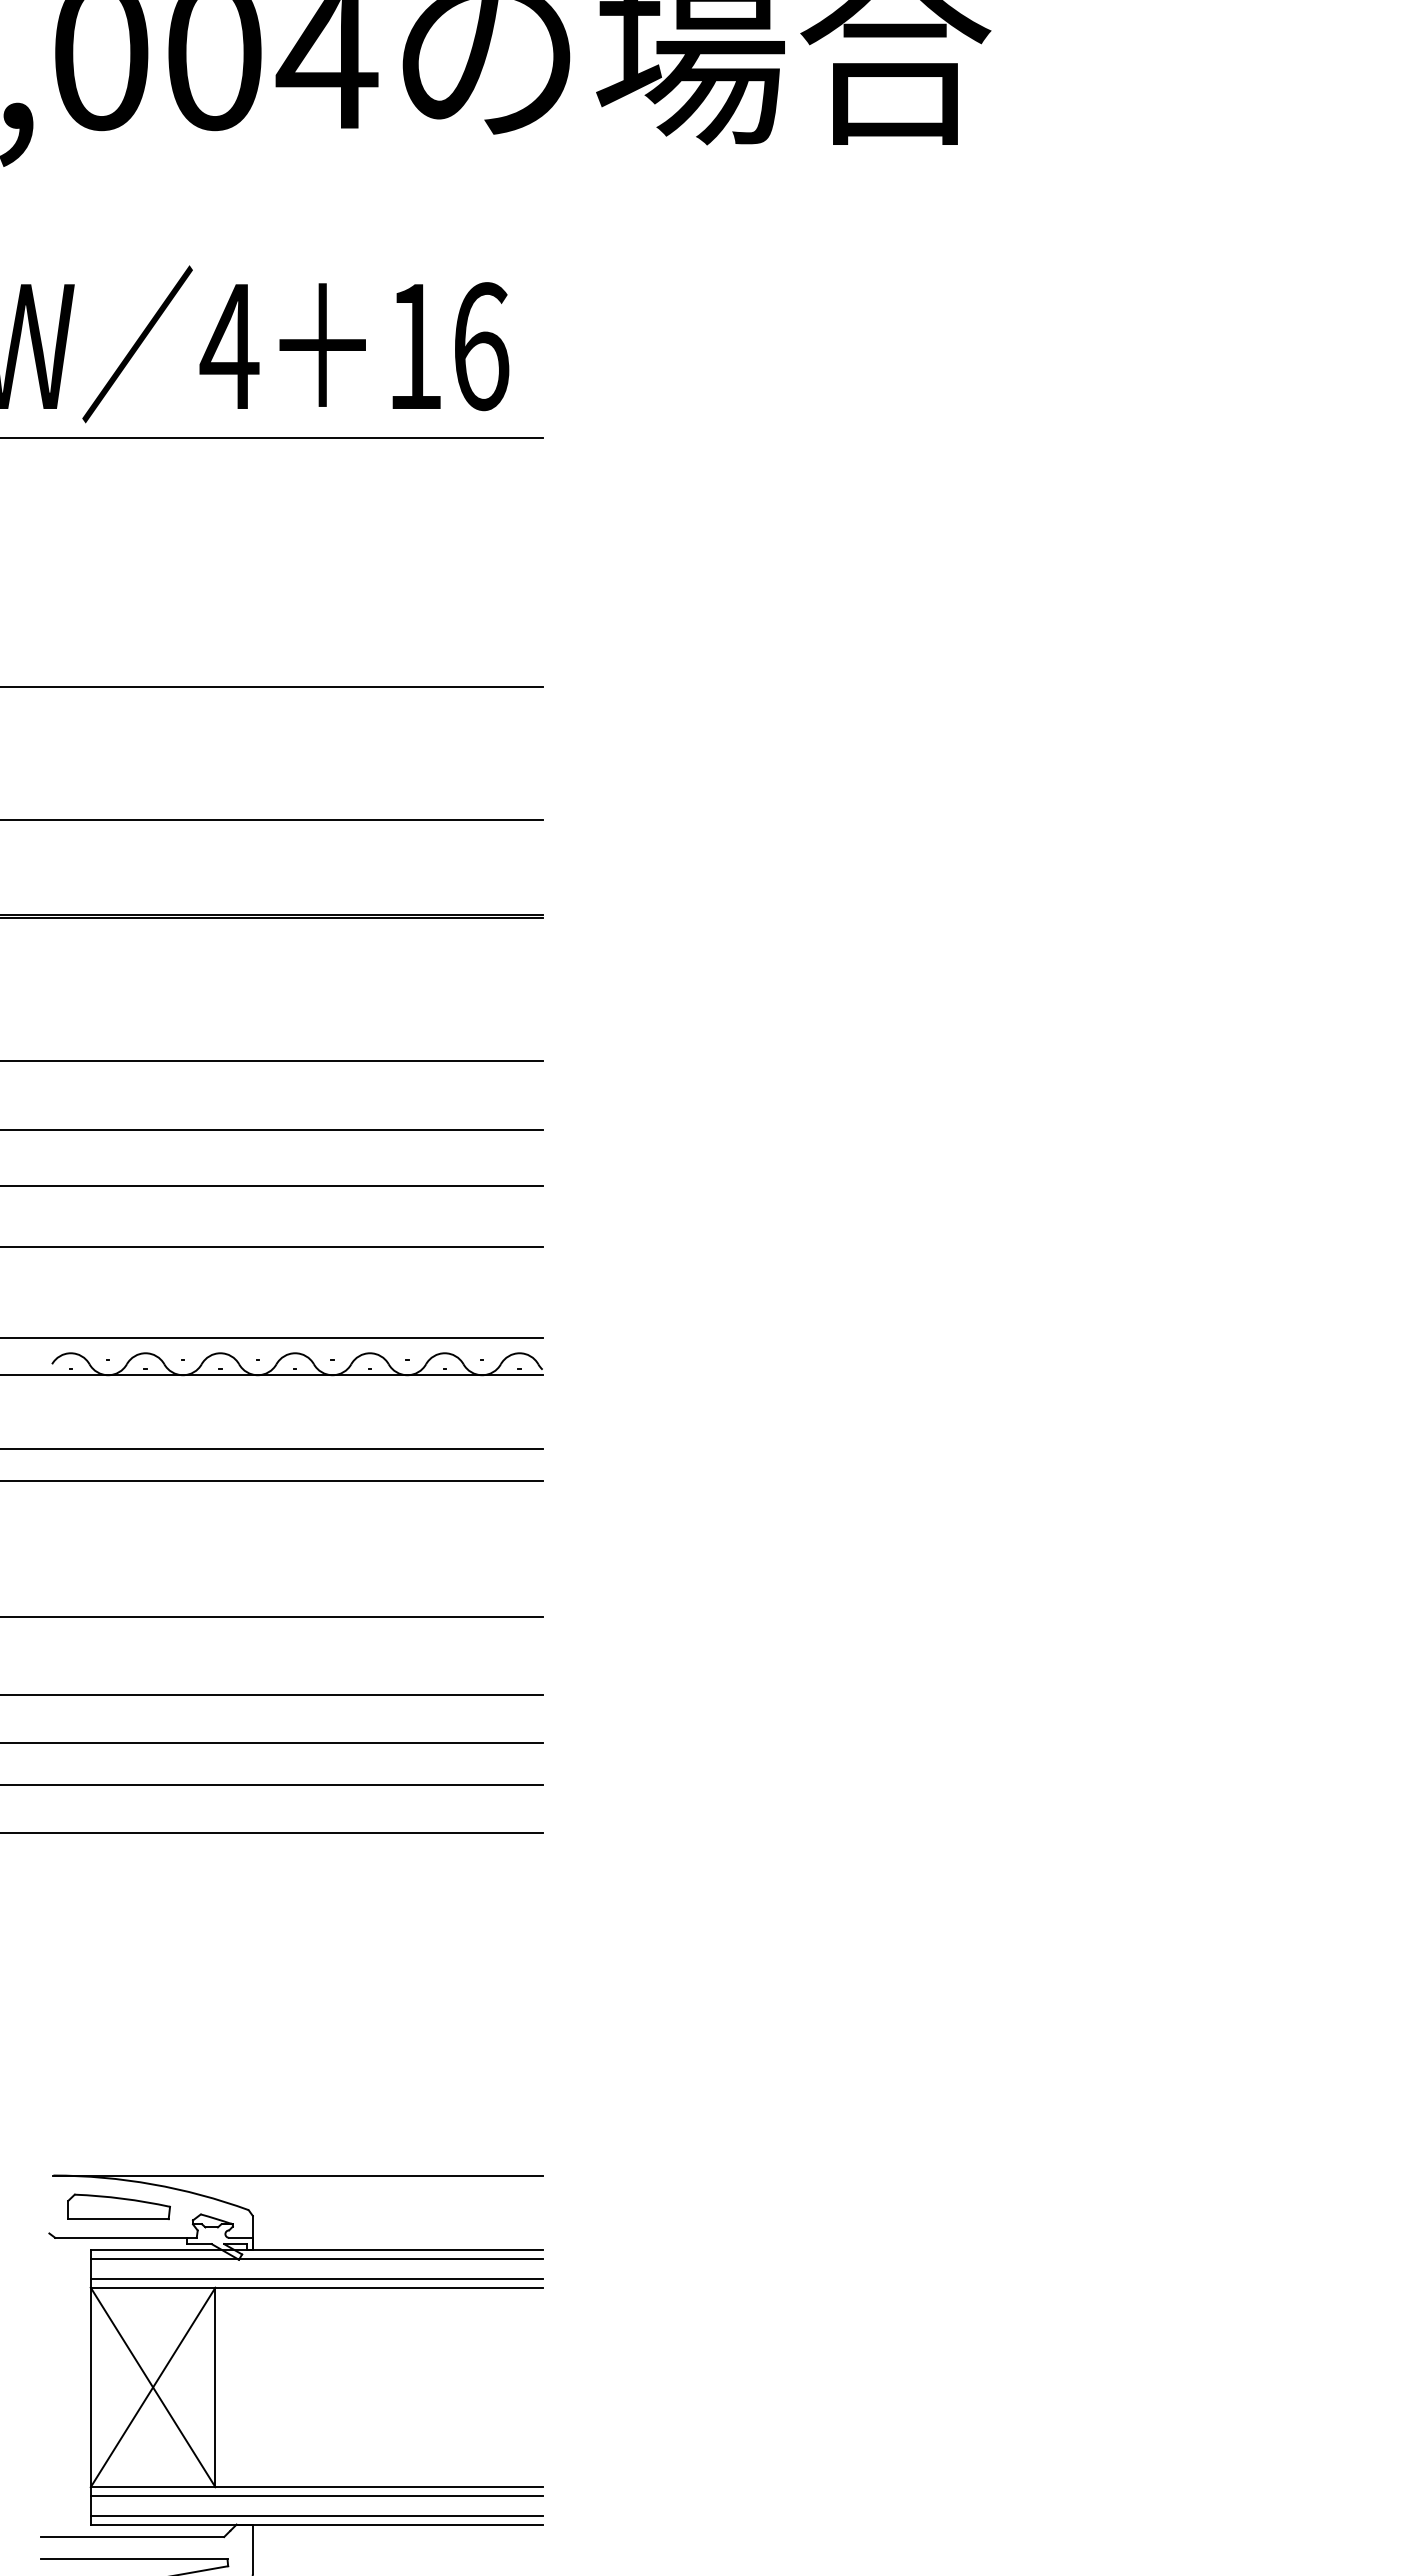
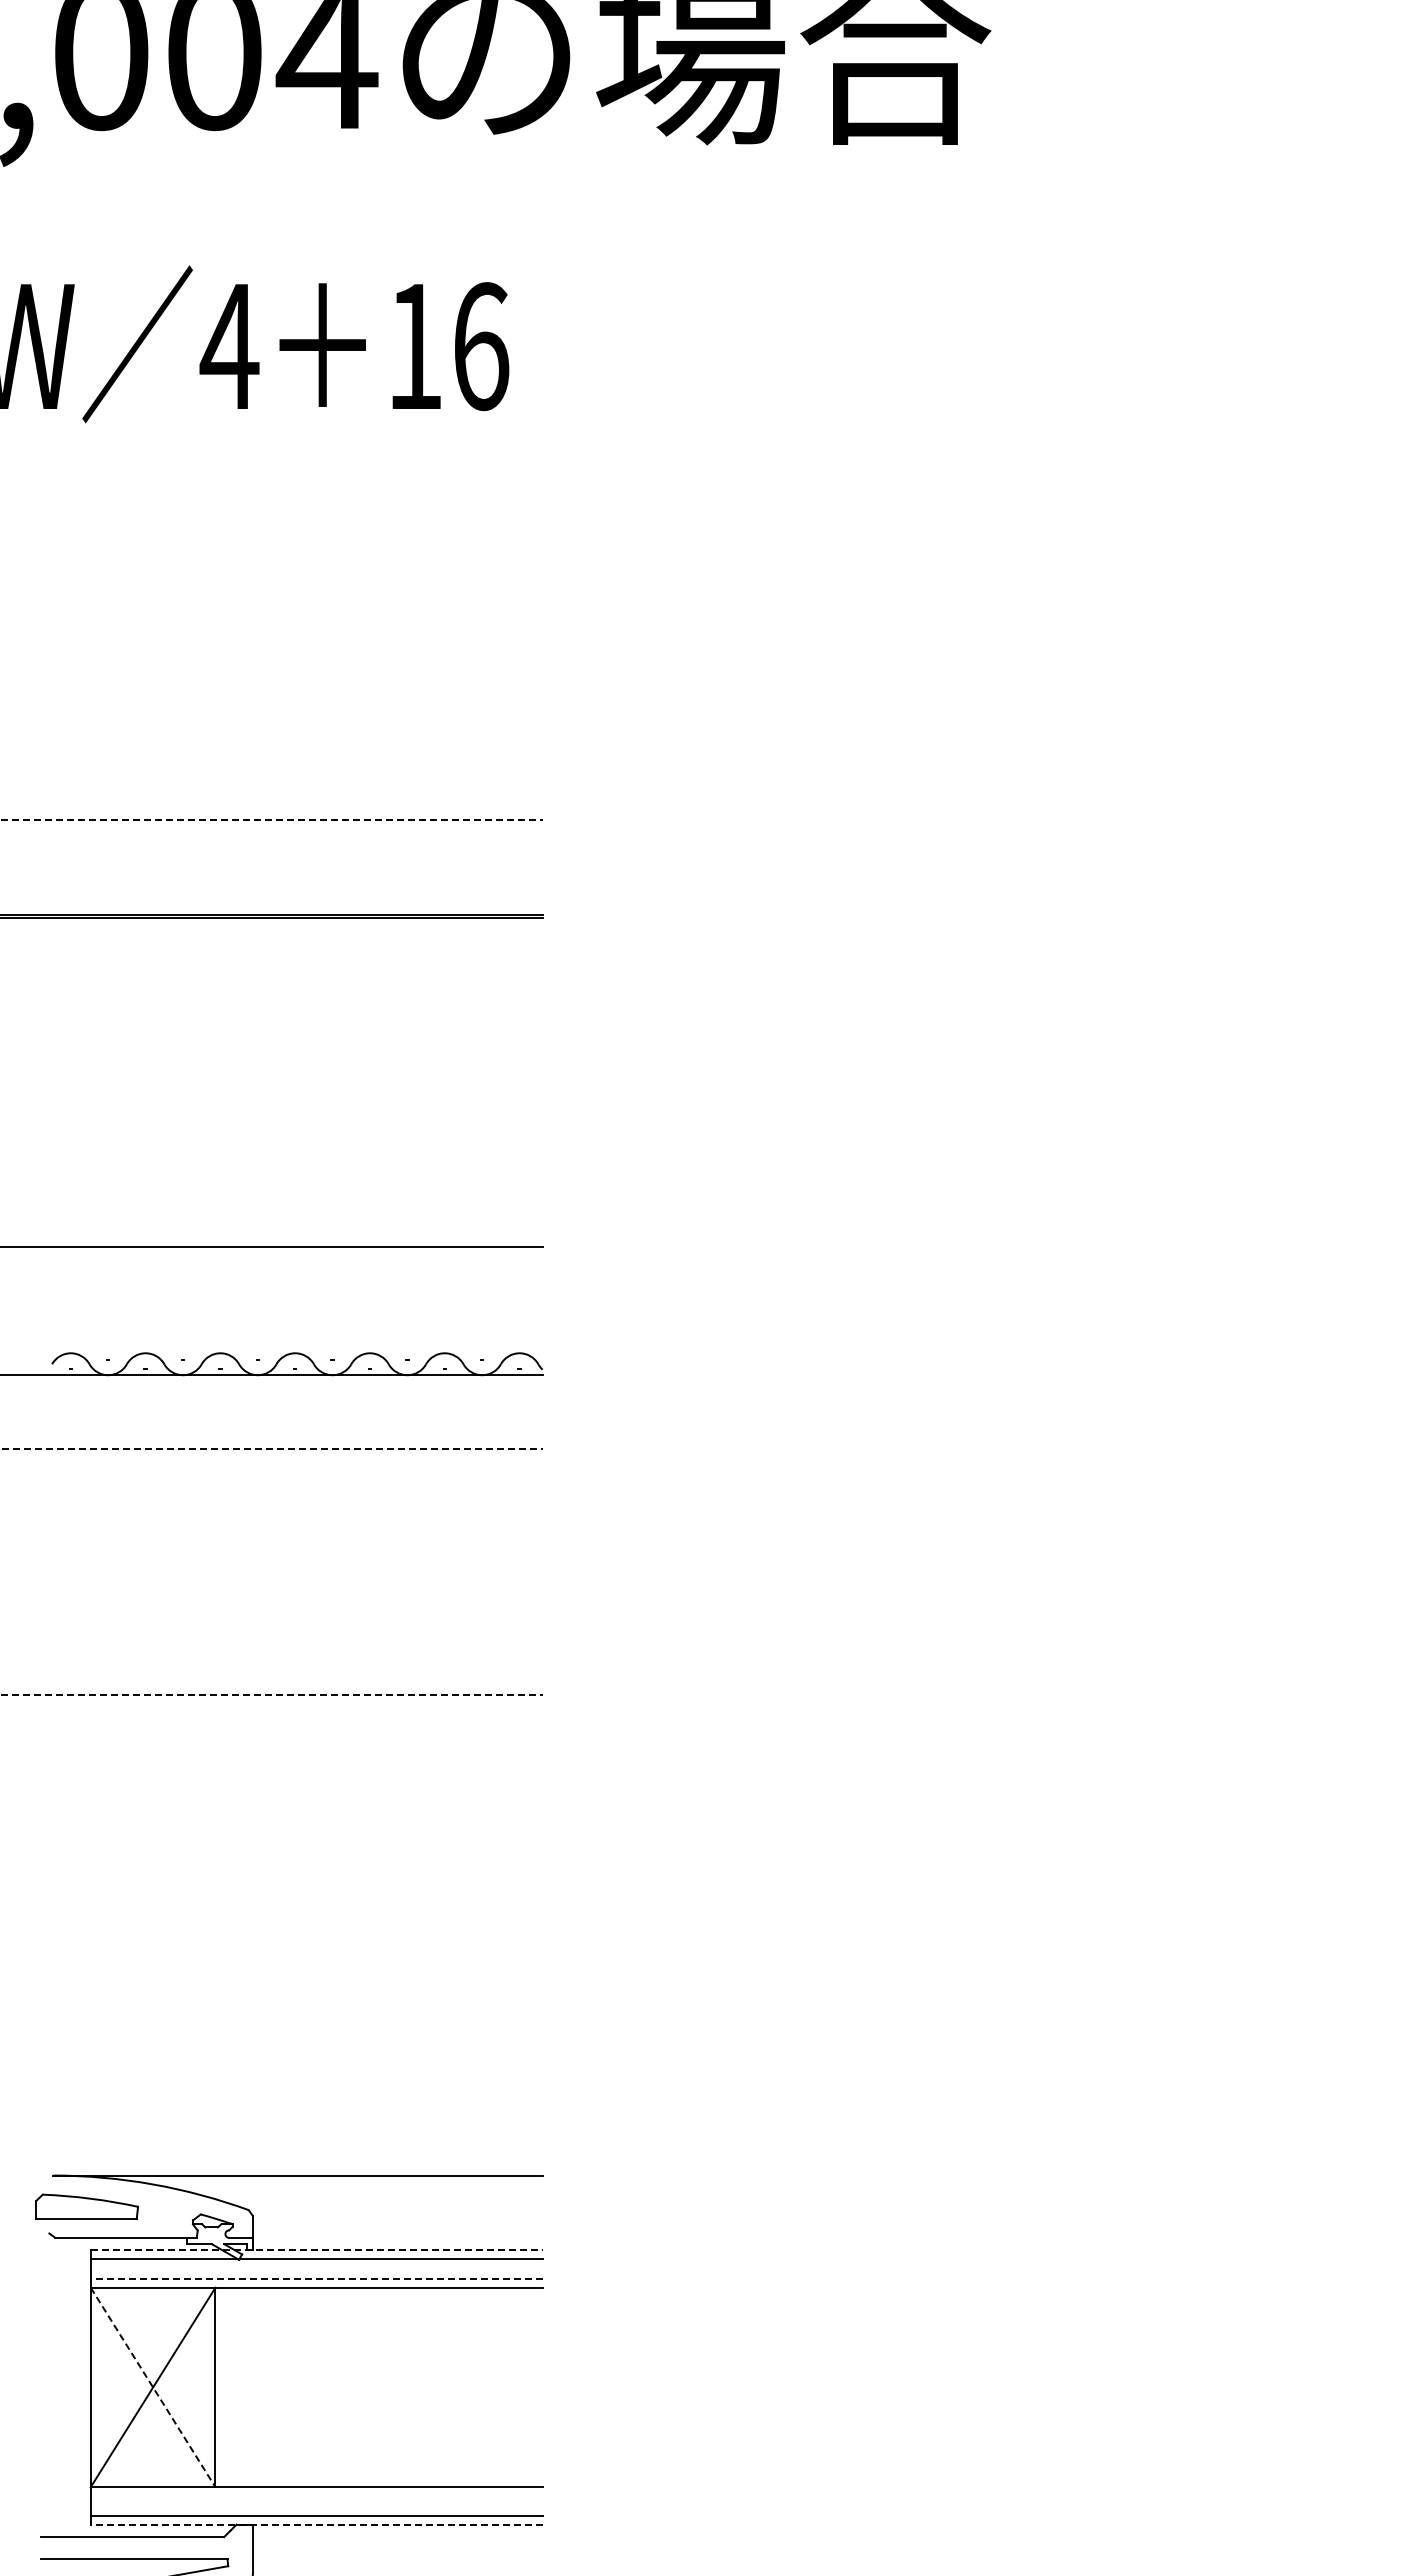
line at (272, 437): present -> none
line at (272, 686): present -> none
line at (271, 820): solid -> dashed
line at (272, 1060): present -> none
line at (272, 1129): present -> none
line at (272, 1185): present -> none
line at (272, 1337): present -> none
line at (271, 1448): solid -> dashed
line at (272, 1481): present -> none
line at (272, 1617): present -> none
line at (271, 1695): solid -> dashed
line at (272, 1742): present -> none
line at (272, 1785): present -> none
line at (272, 1832): present -> none
part at (118, 2206) position: (118, 2206) -> (86, 2206)
line at (316, 2250): solid -> dashed
line at (316, 2279): solid -> dashed
line at (153, 2387): solid -> dashed
line at (316, 2495): present -> none
line at (316, 2524): solid -> dashed
